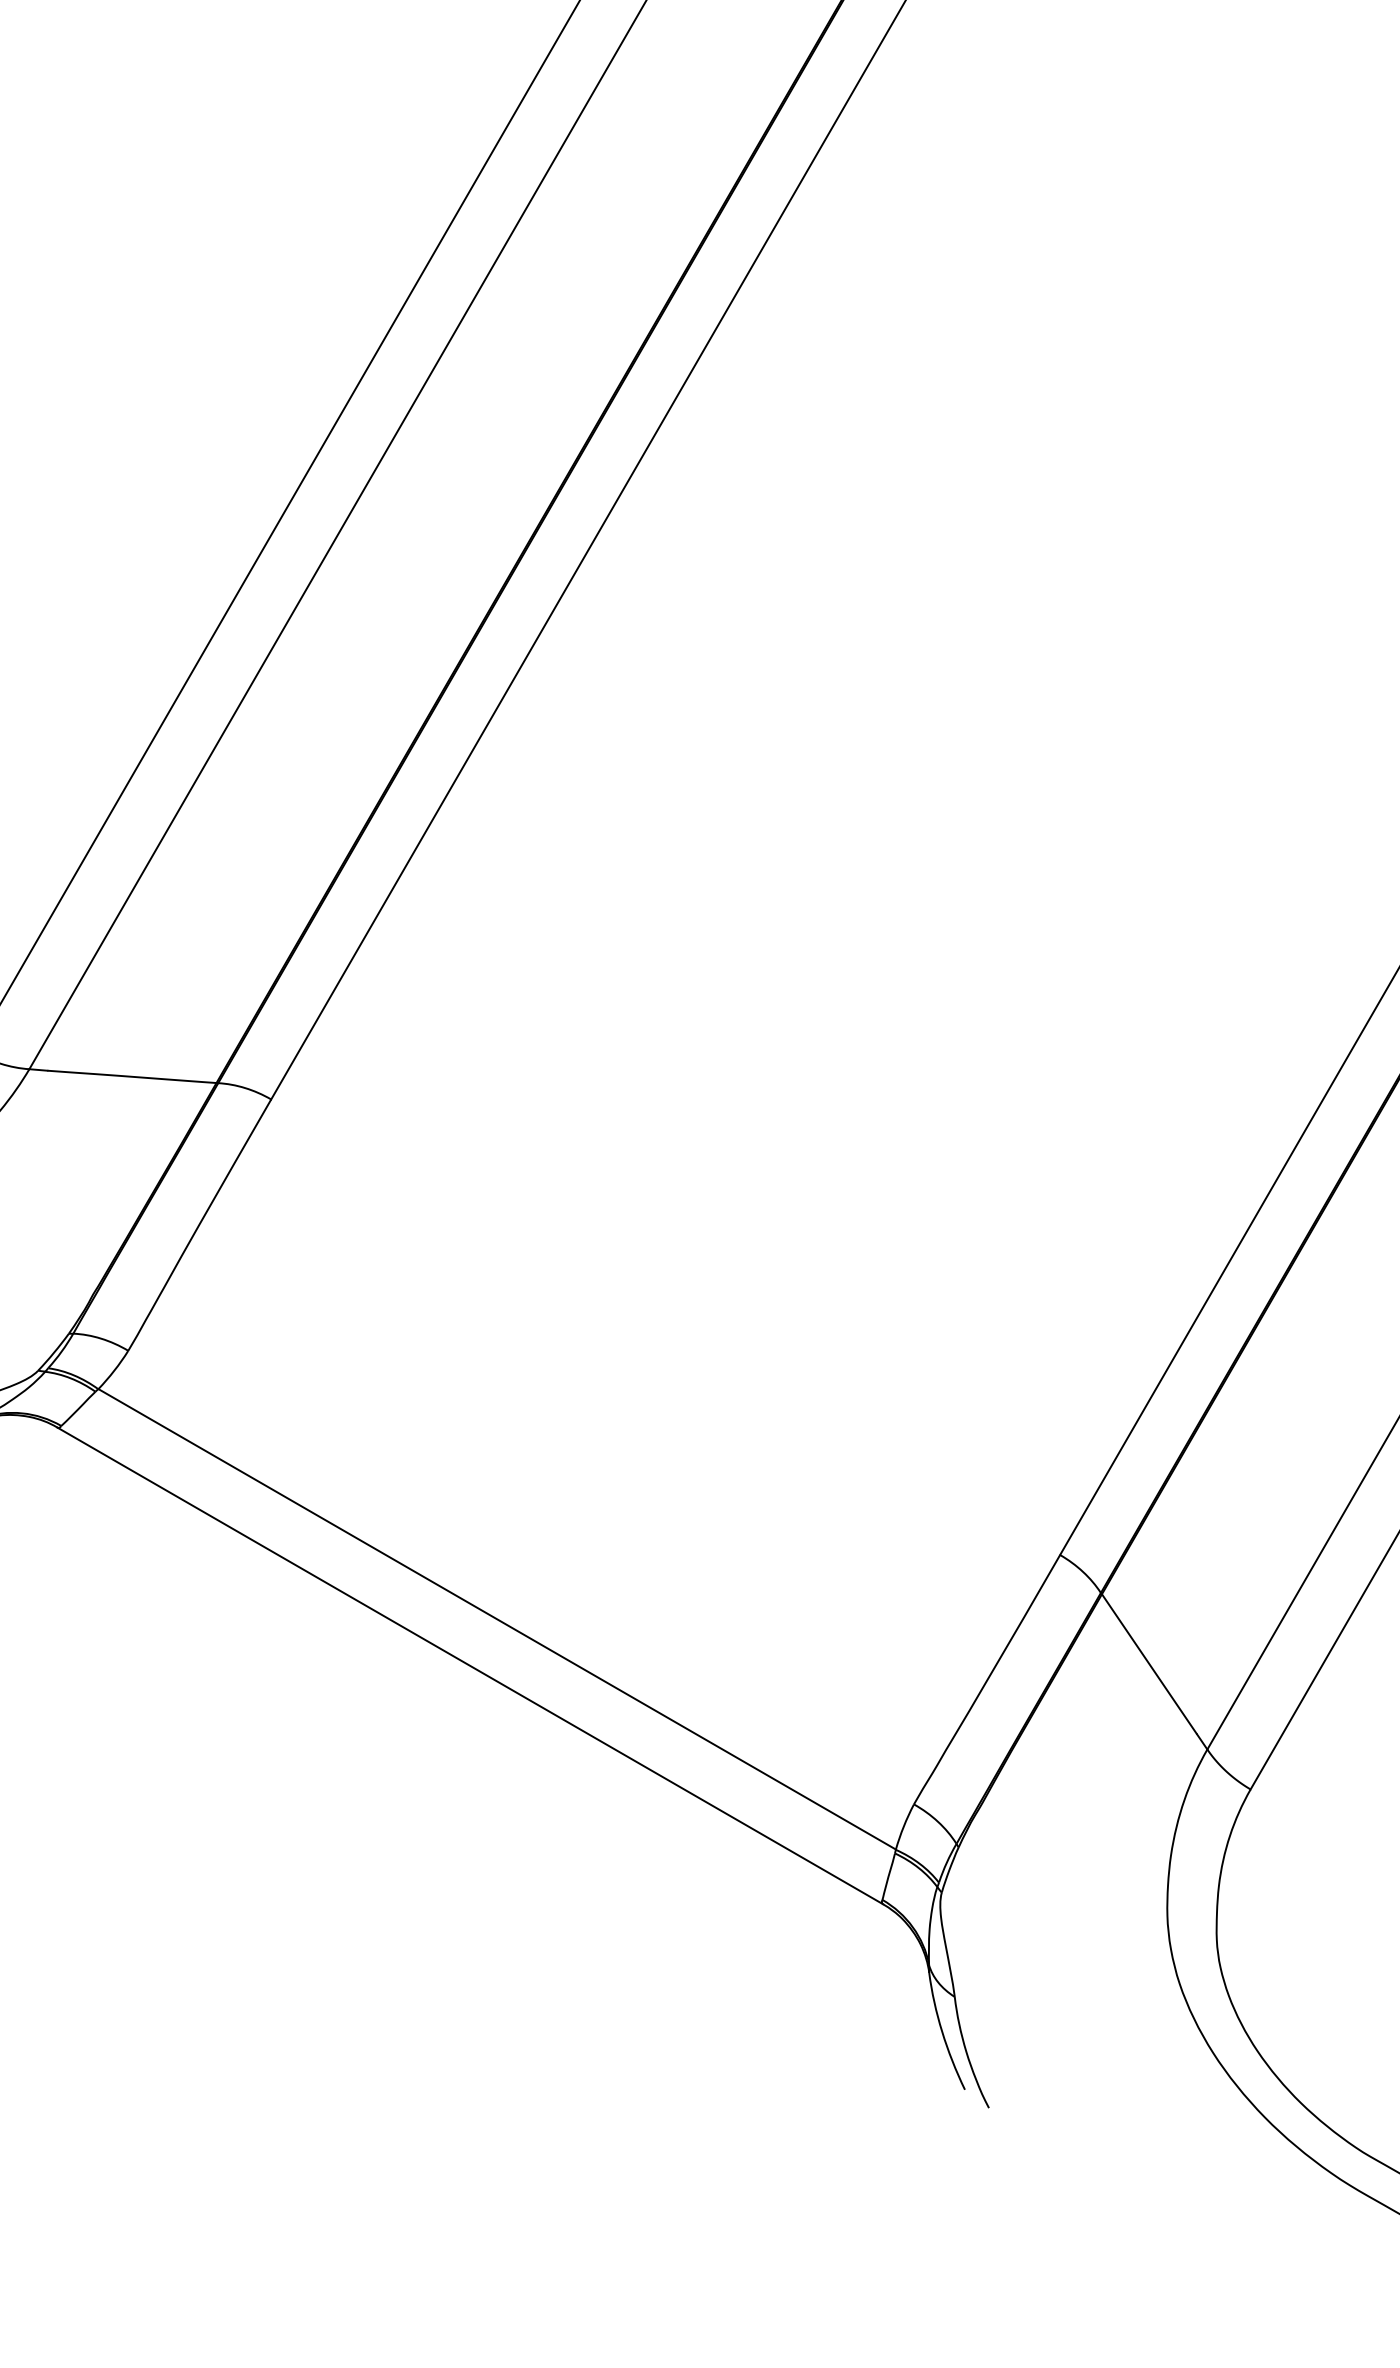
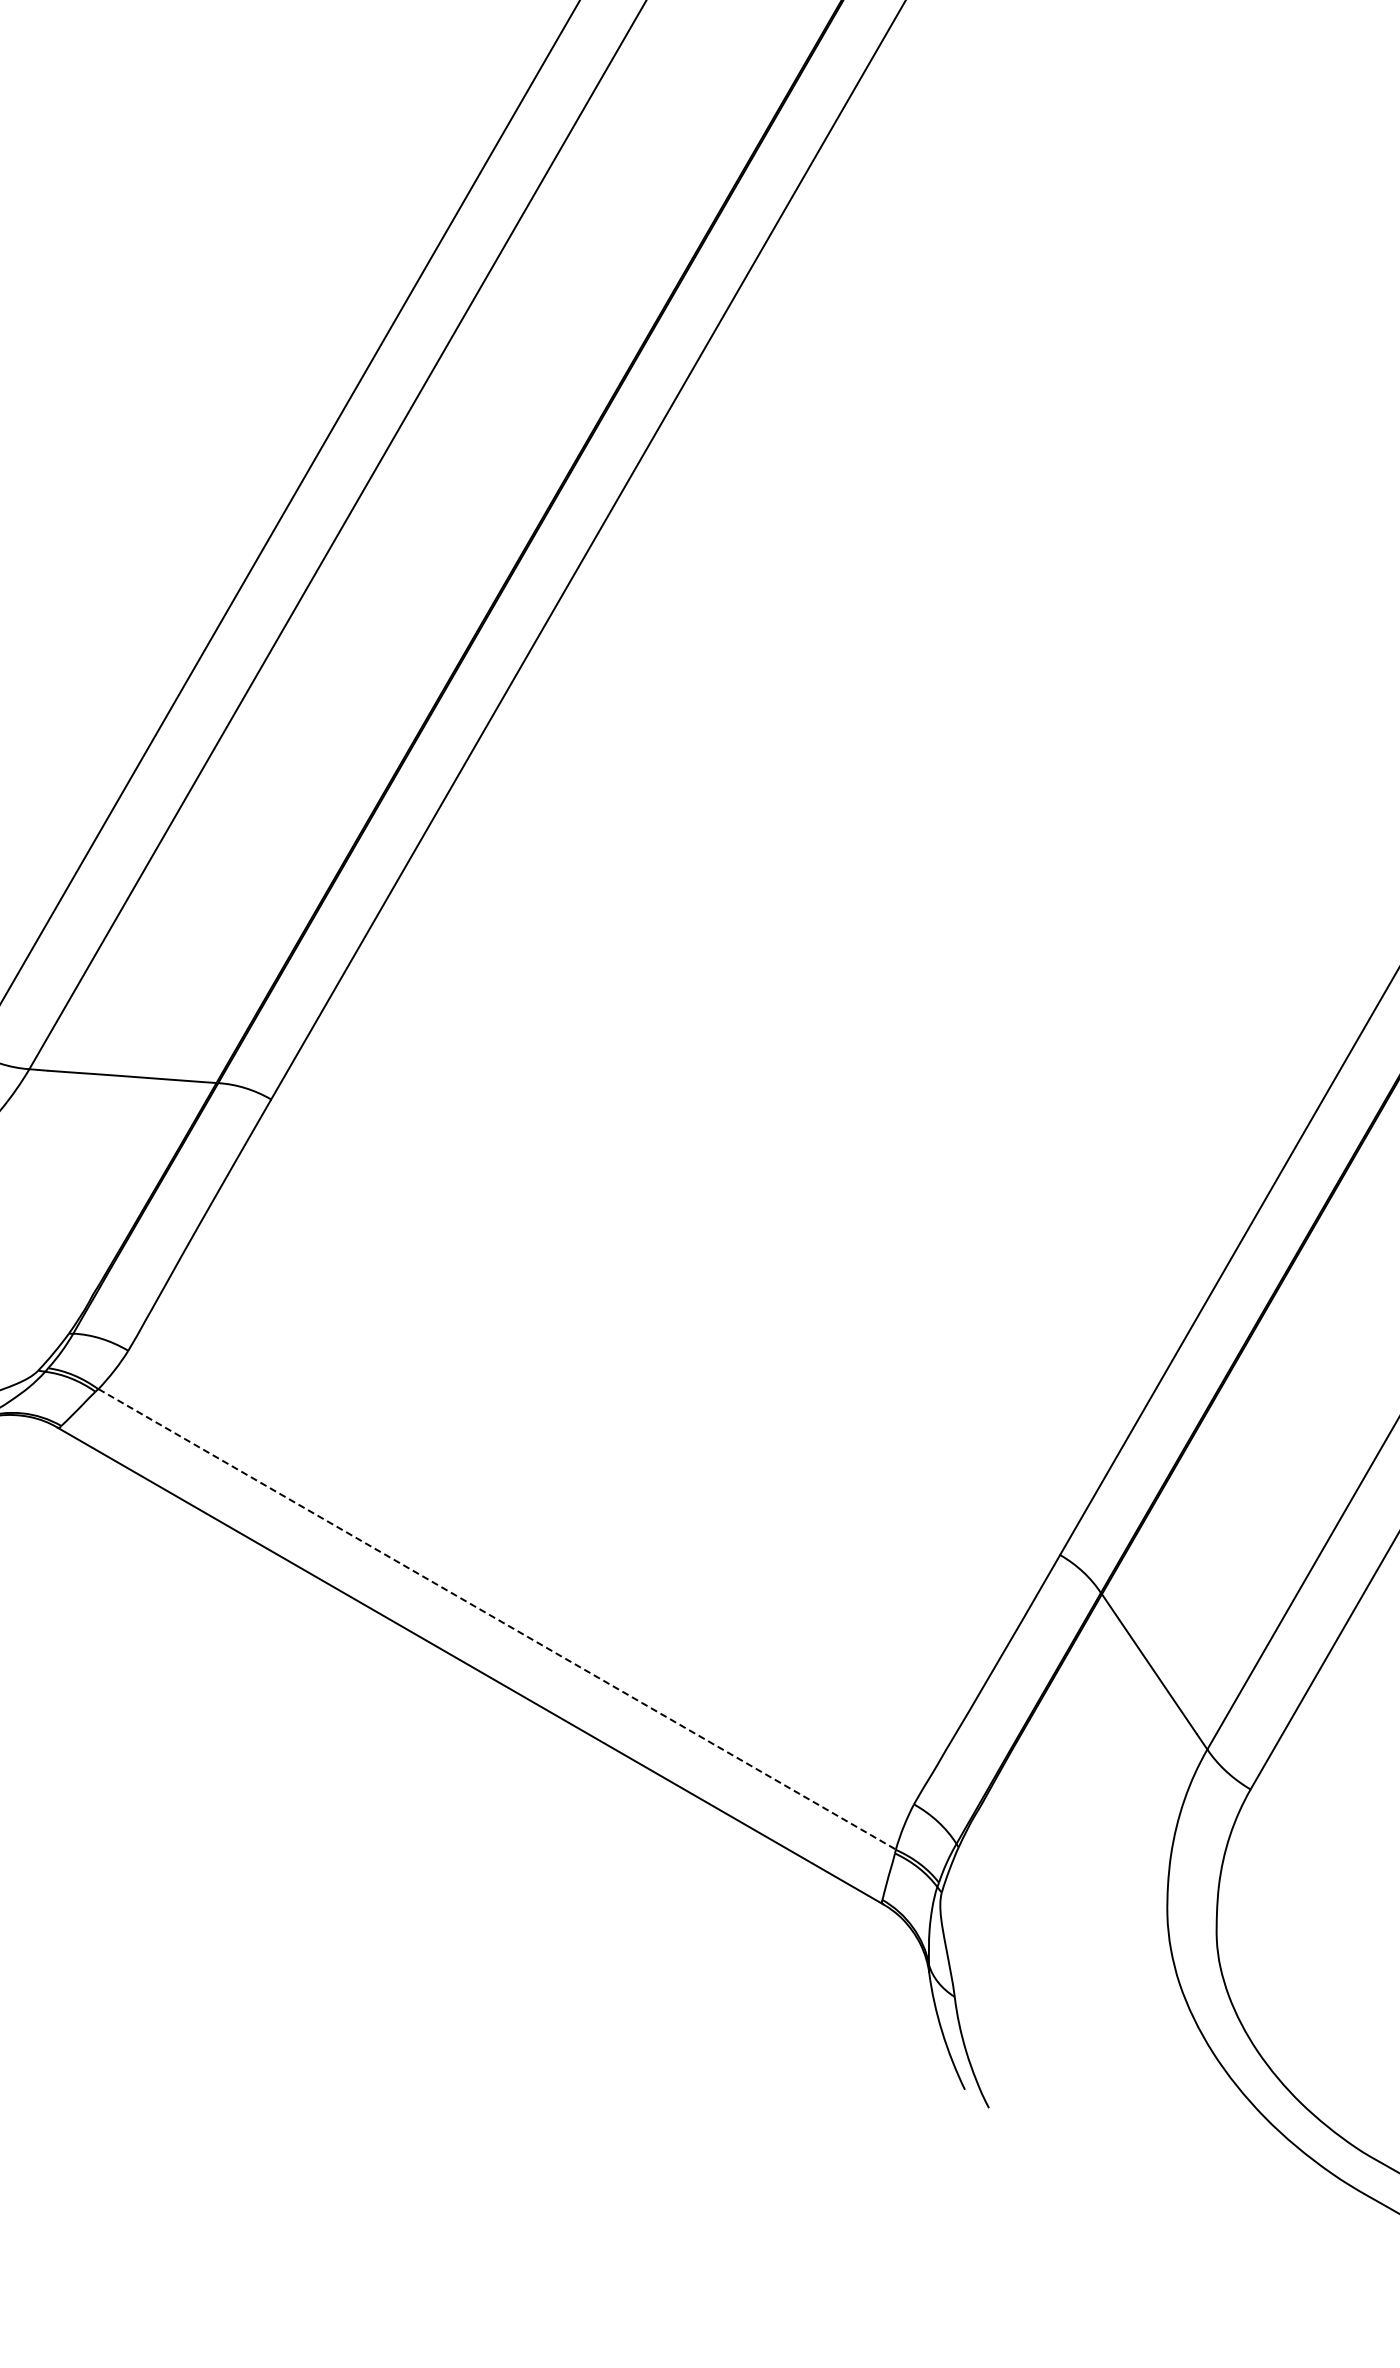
line at (497, 1619): solid -> dashed
